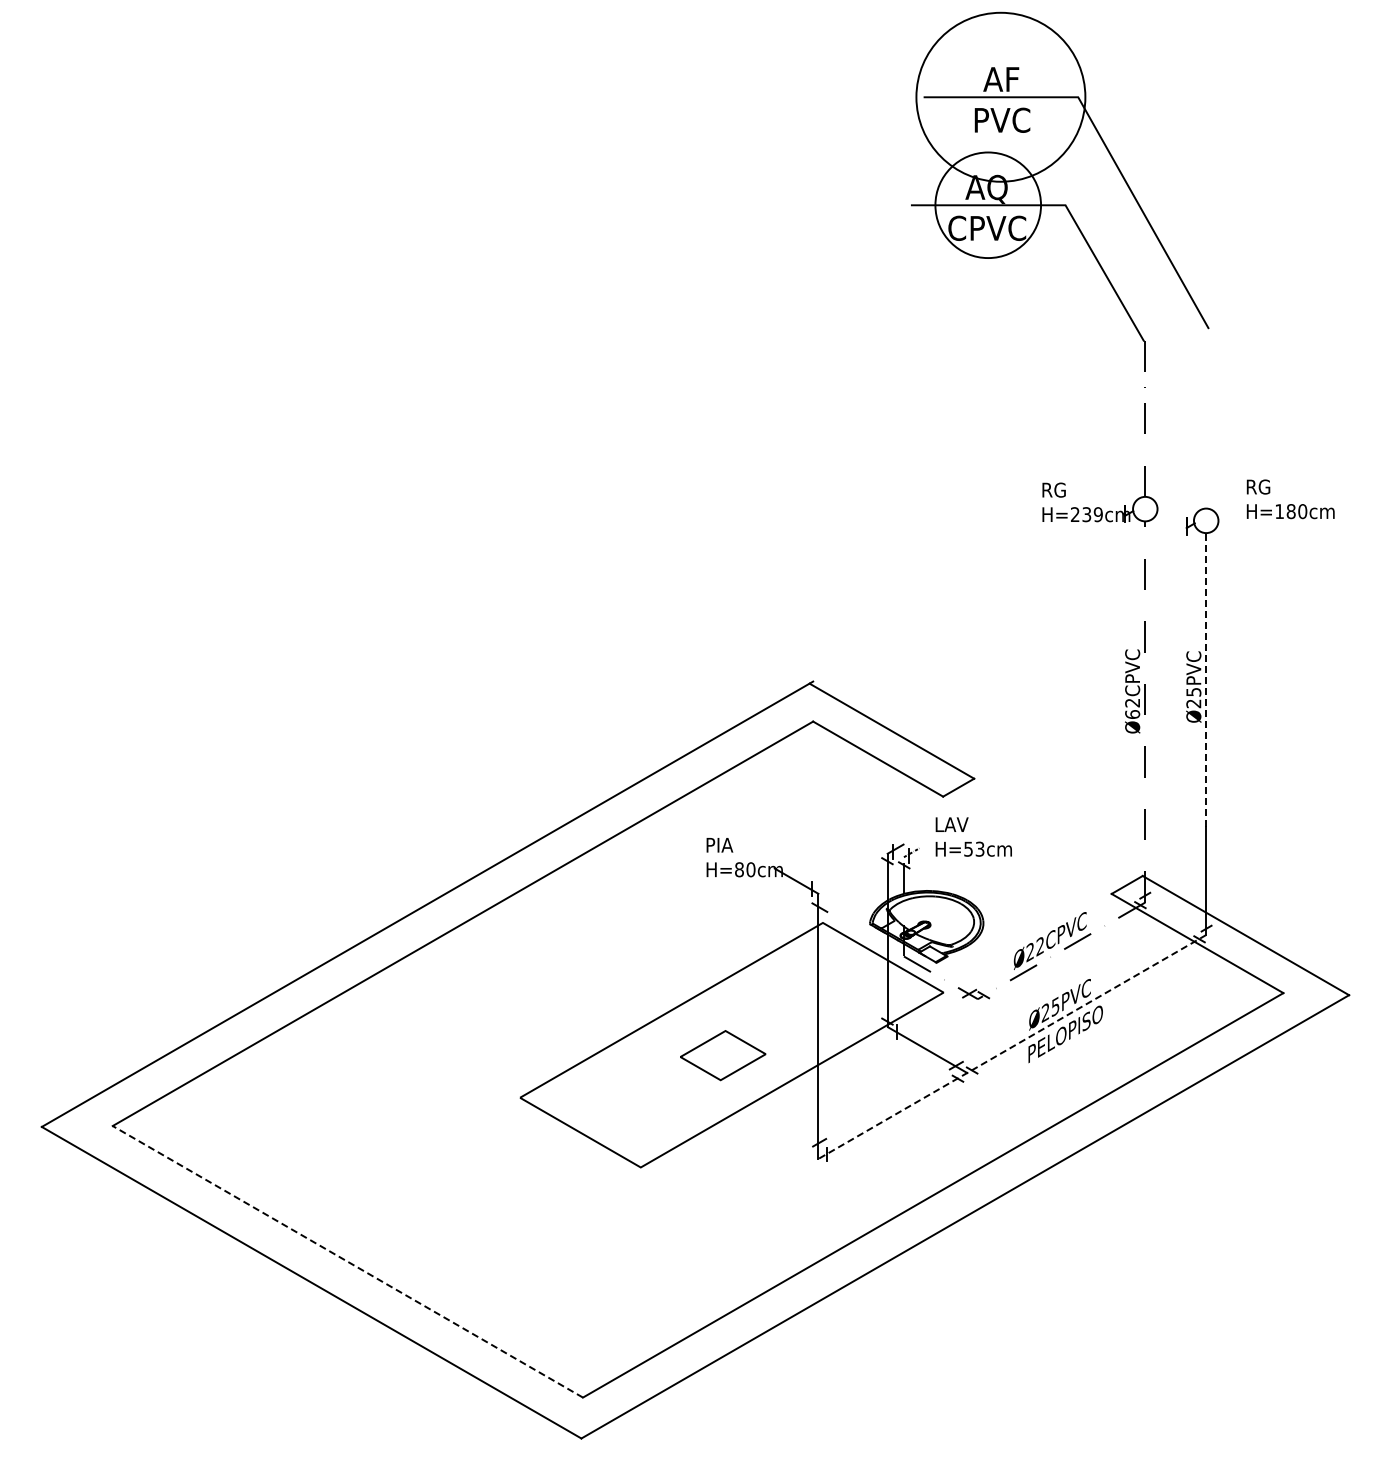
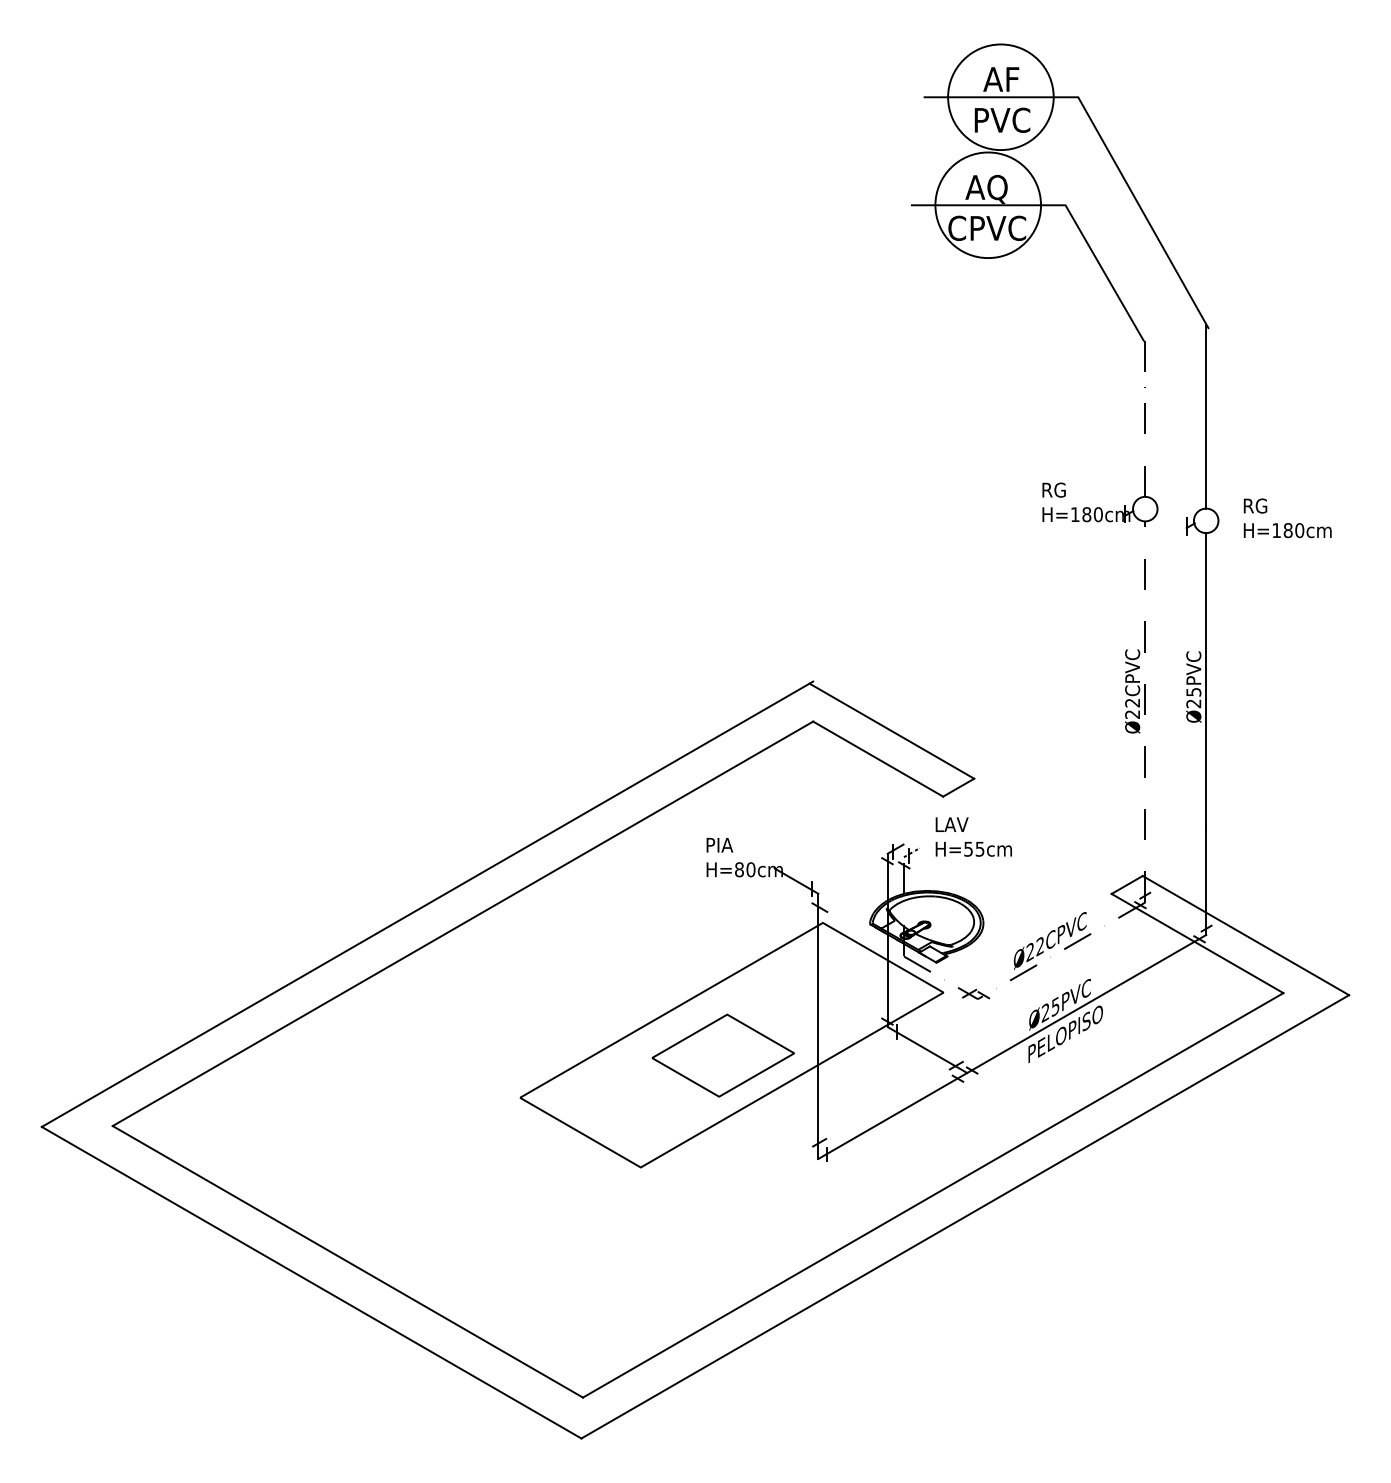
circle at (1000, 96) diameter: 169 px -> 106 px
line at (1206, 416): none -> present
text at (1290, 499) position: (1290, 499) -> (1287, 518)
text at (1086, 514): H=239cm -> H=180cm
line at (1206, 679): dashed -> solid
text at (1132, 714): Ø62CPVC -> Ø22CPVC
text at (980, 848): H=53cm -> H=55cm
line at (1012, 1046): dashed -> solid
part at (723, 1055) size: 87x52 px -> 144x85 px
line at (347, 1261): dashed -> solid
